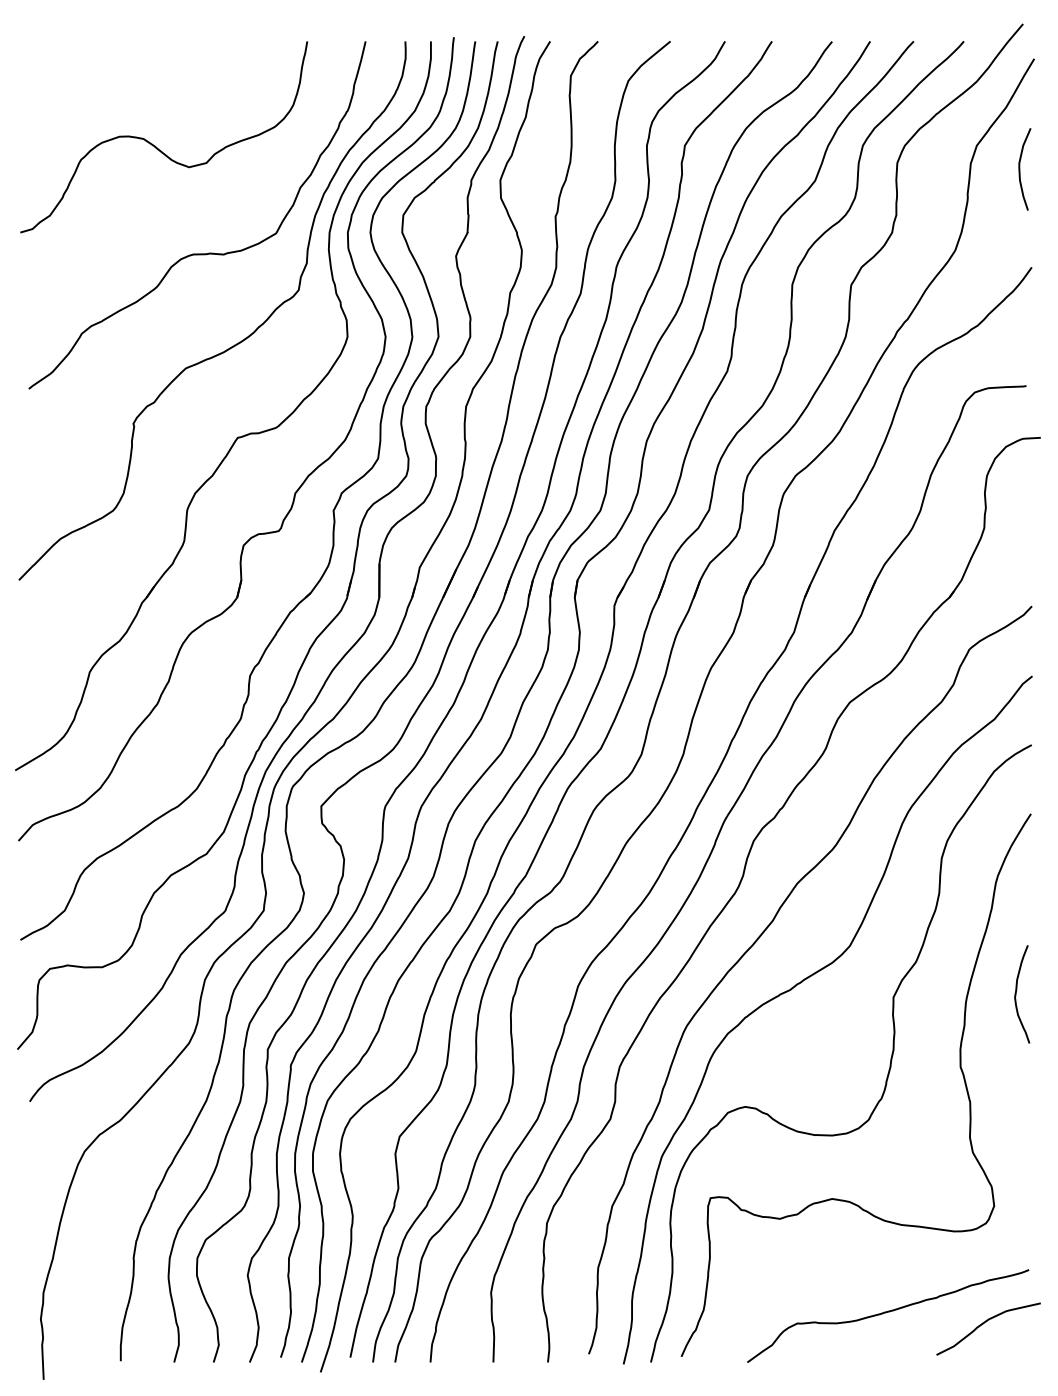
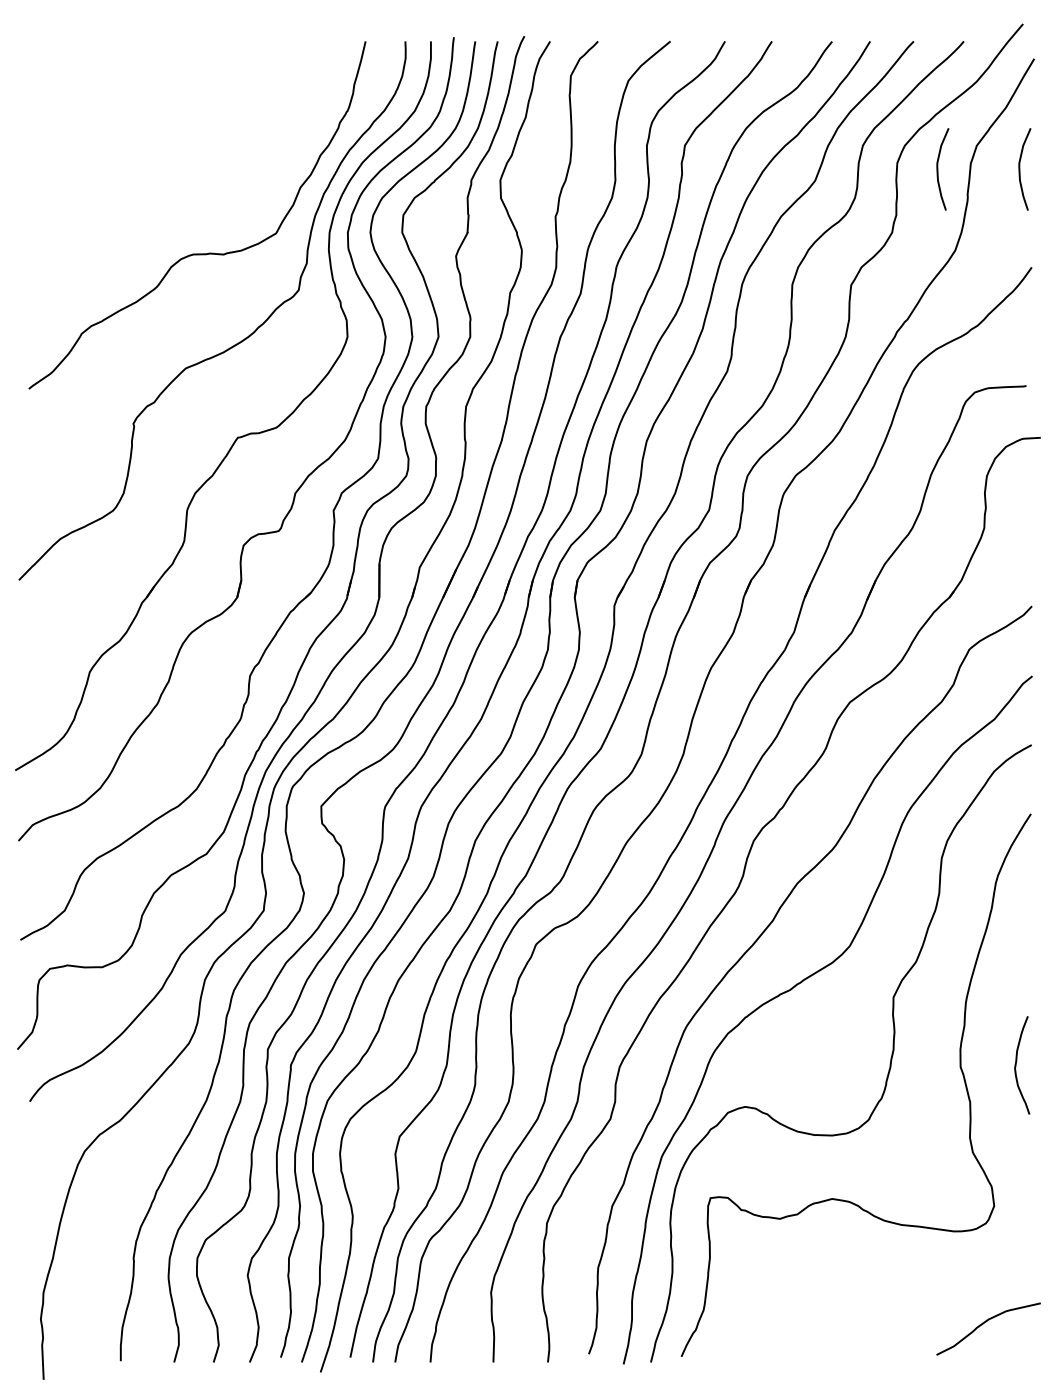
curve at (155, 145): present -> none
curve at (938, 169): none -> present
curve at (1016, 994) position: (1016, 994) -> (1016, 1065)
curve at (886, 1313): present -> none
